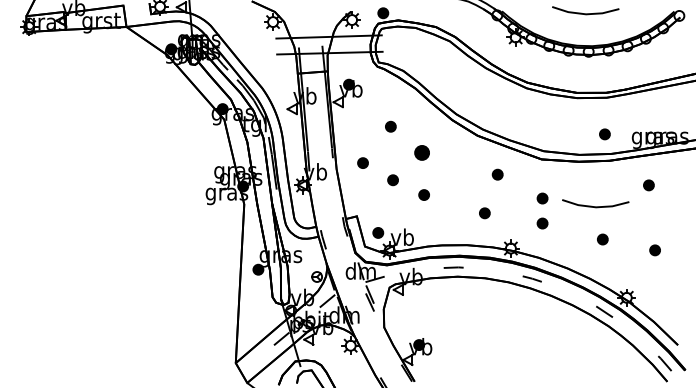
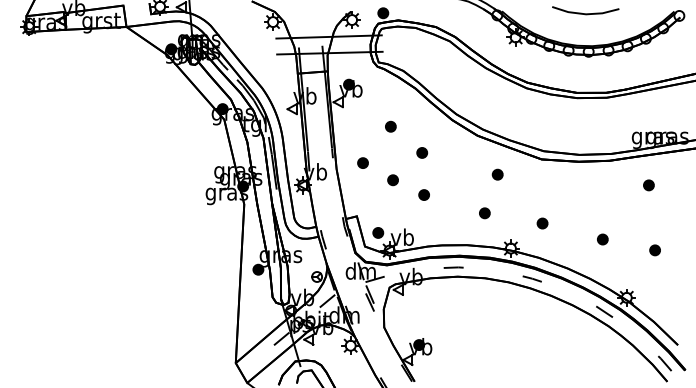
part at (604, 134): present -> none
part at (421, 152) size: 16x16 px -> 13x12 px
part at (542, 198): present -> none
line at (595, 206): present -> none
